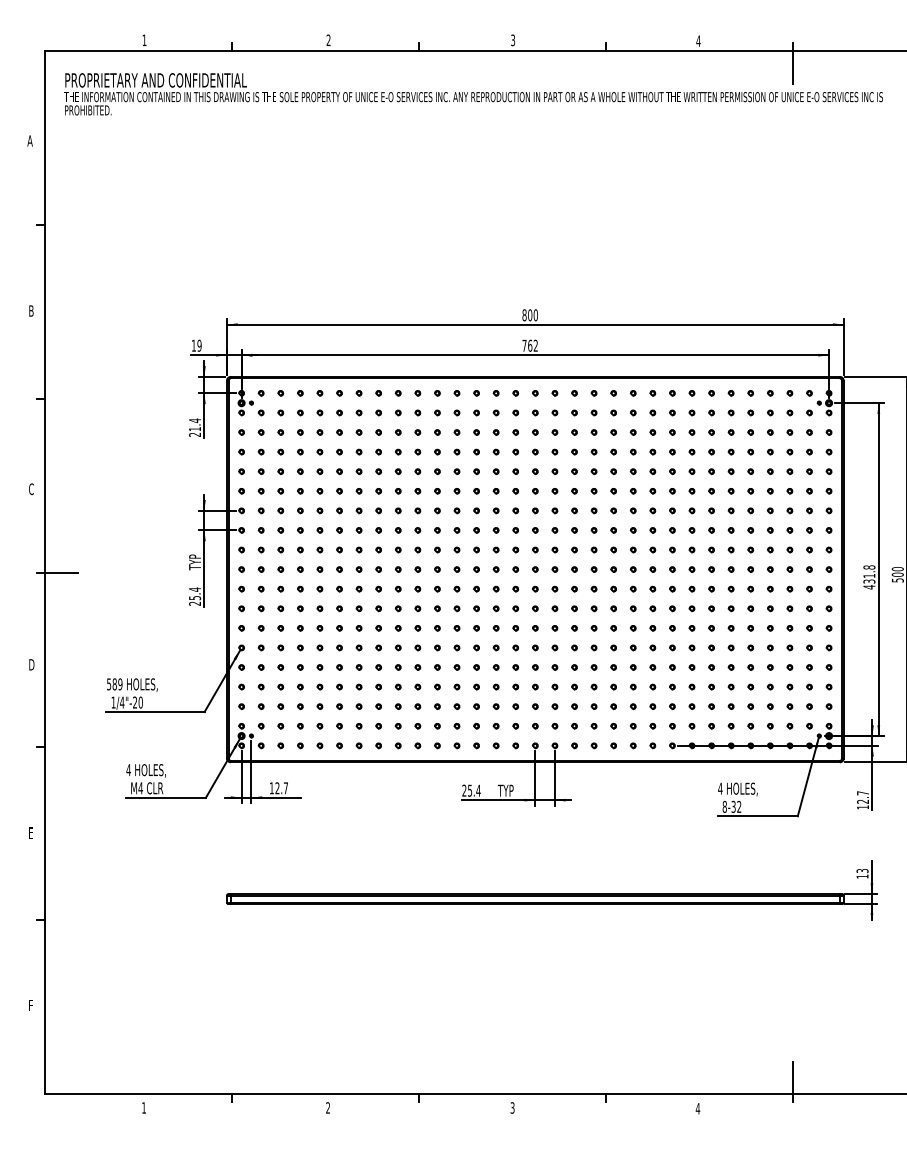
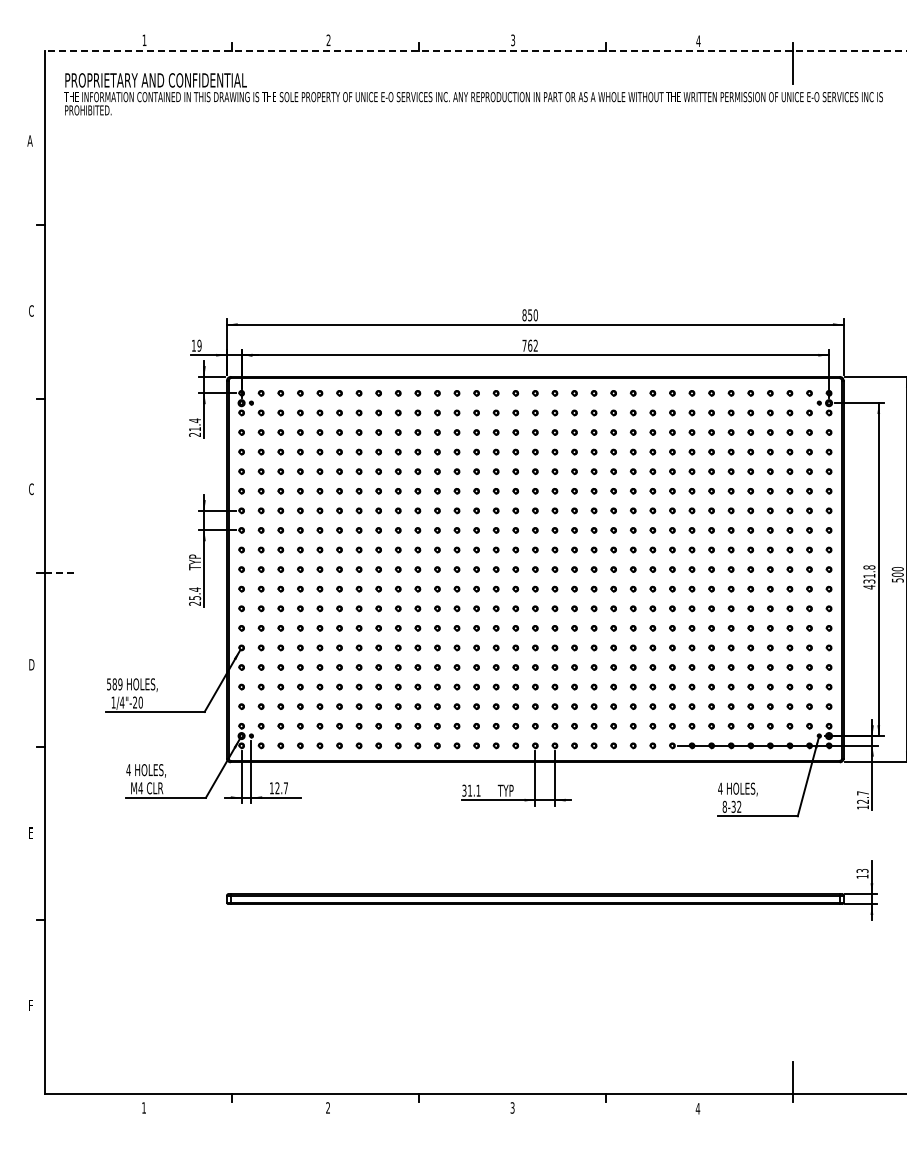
line at (475, 51): solid -> dashed
text at (31, 310): B -> C
text at (530, 315): 800 -> 850
line at (61, 572): solid -> dashed
text at (471, 790): 25.4 -> 31.1
